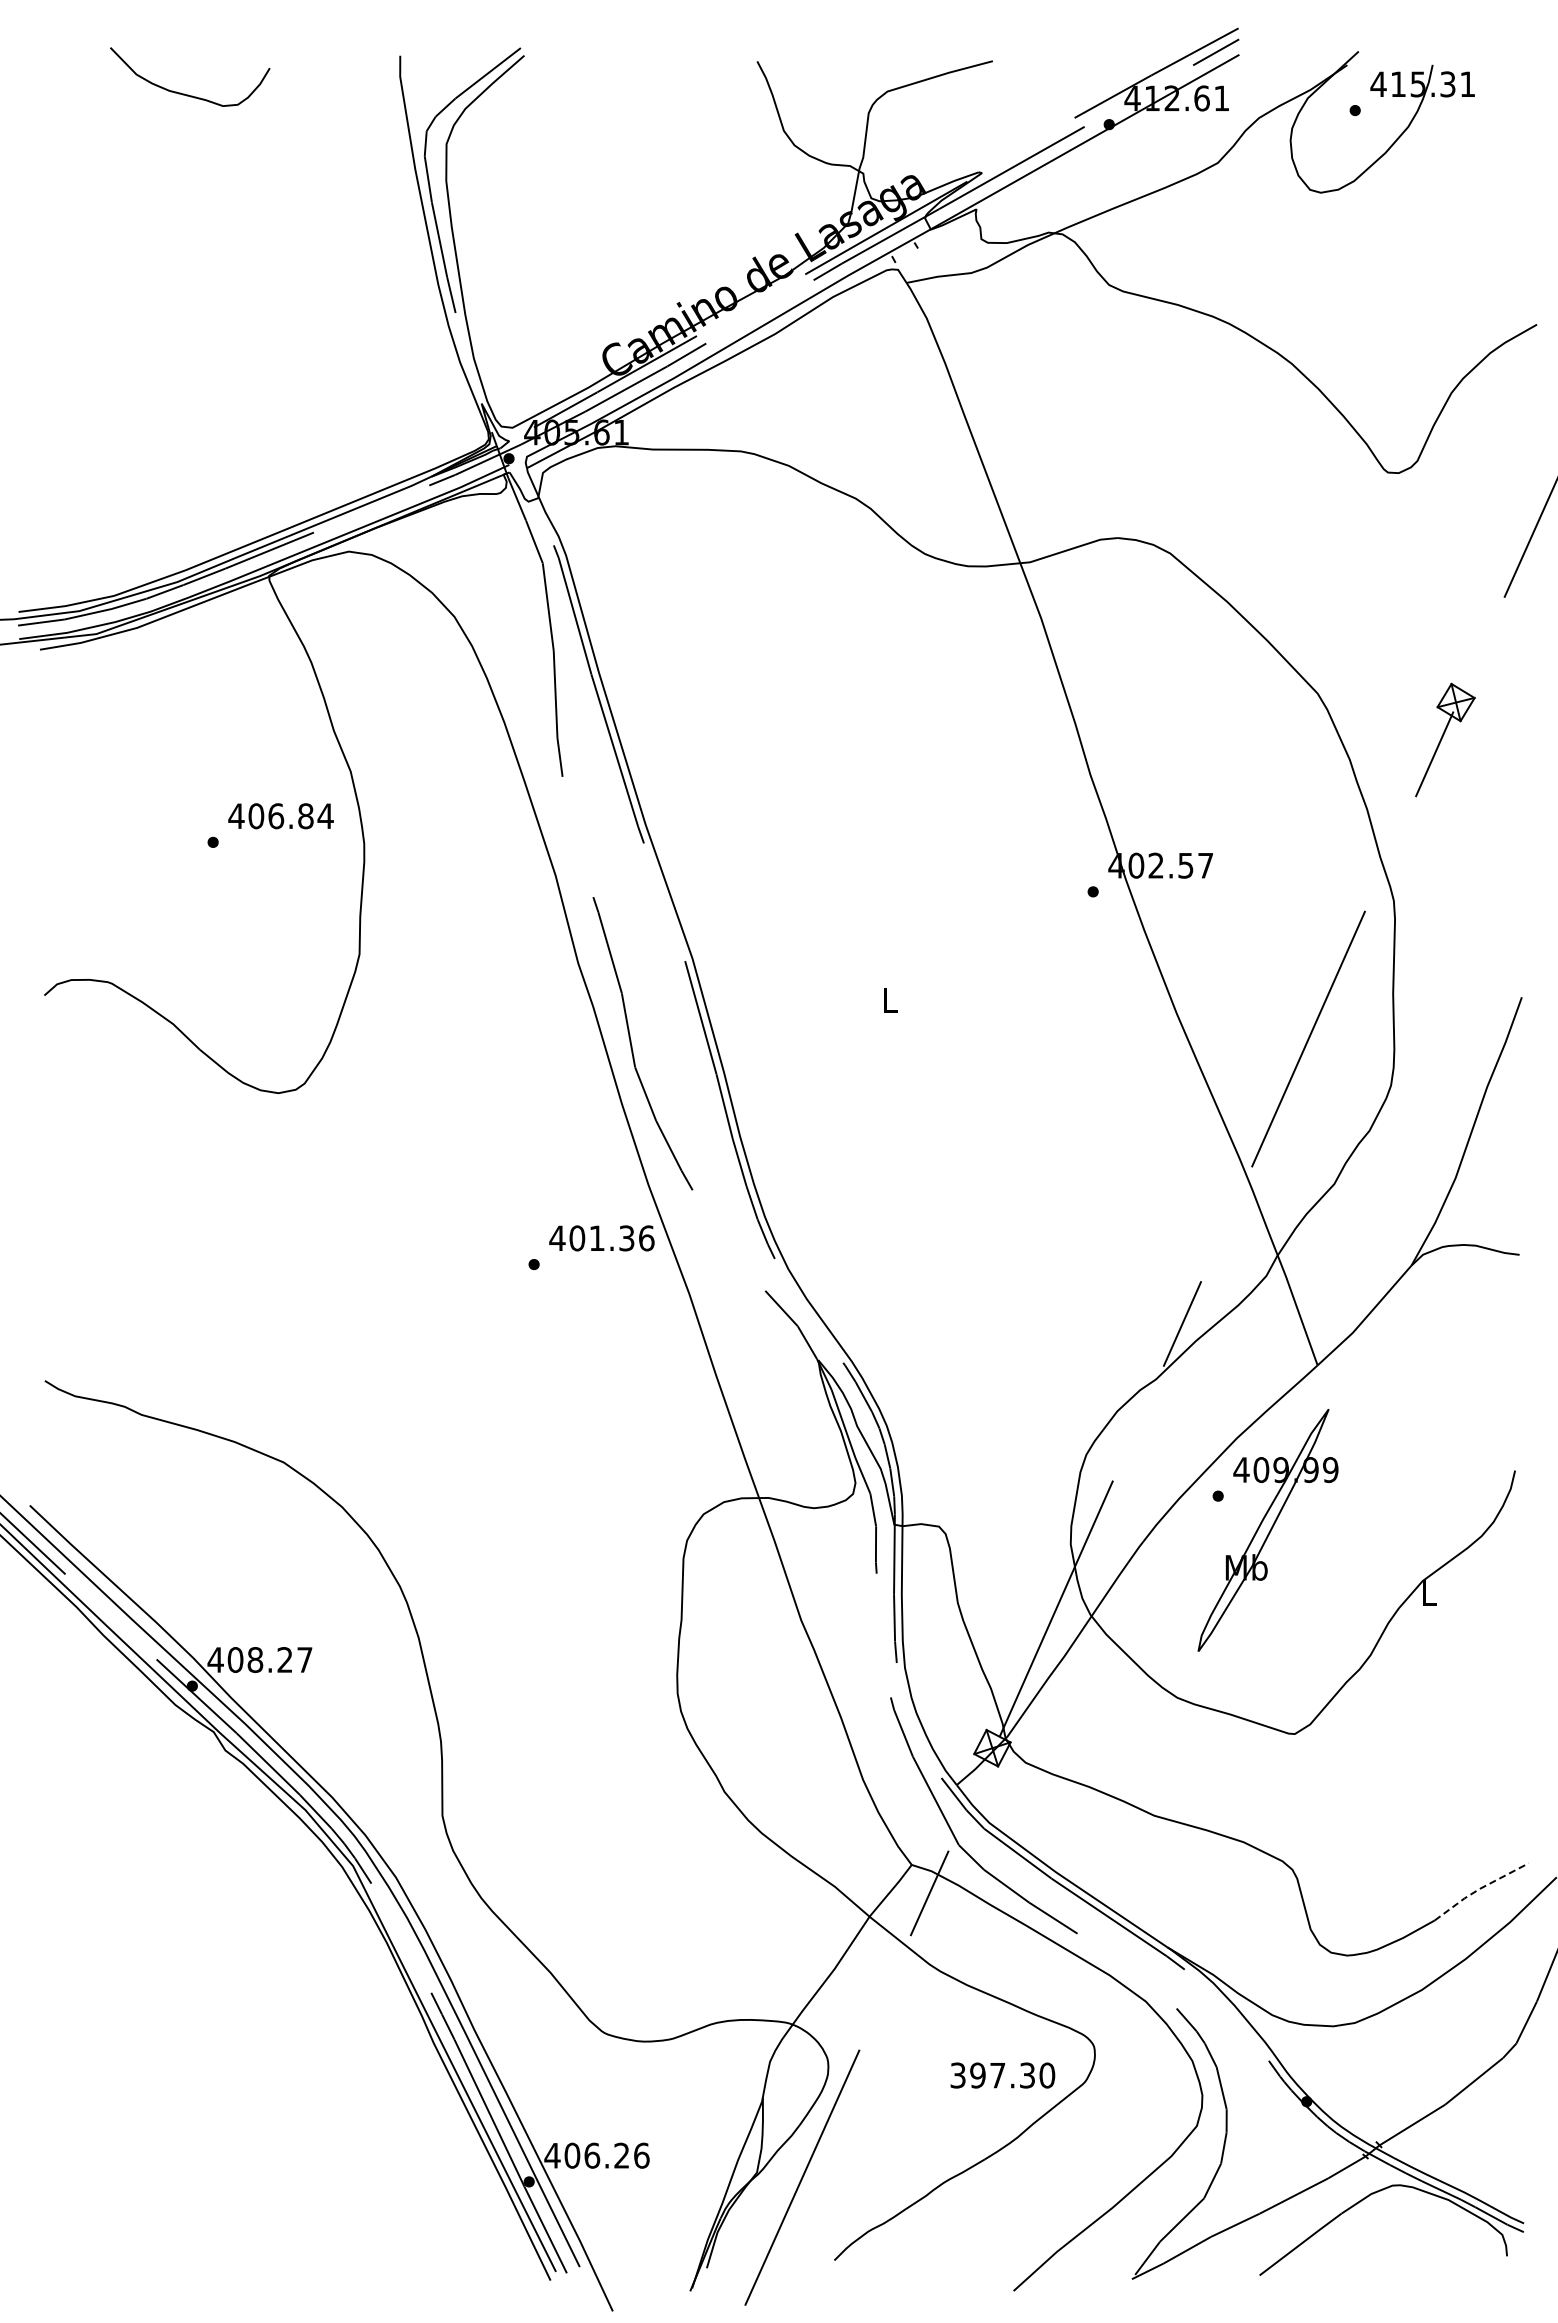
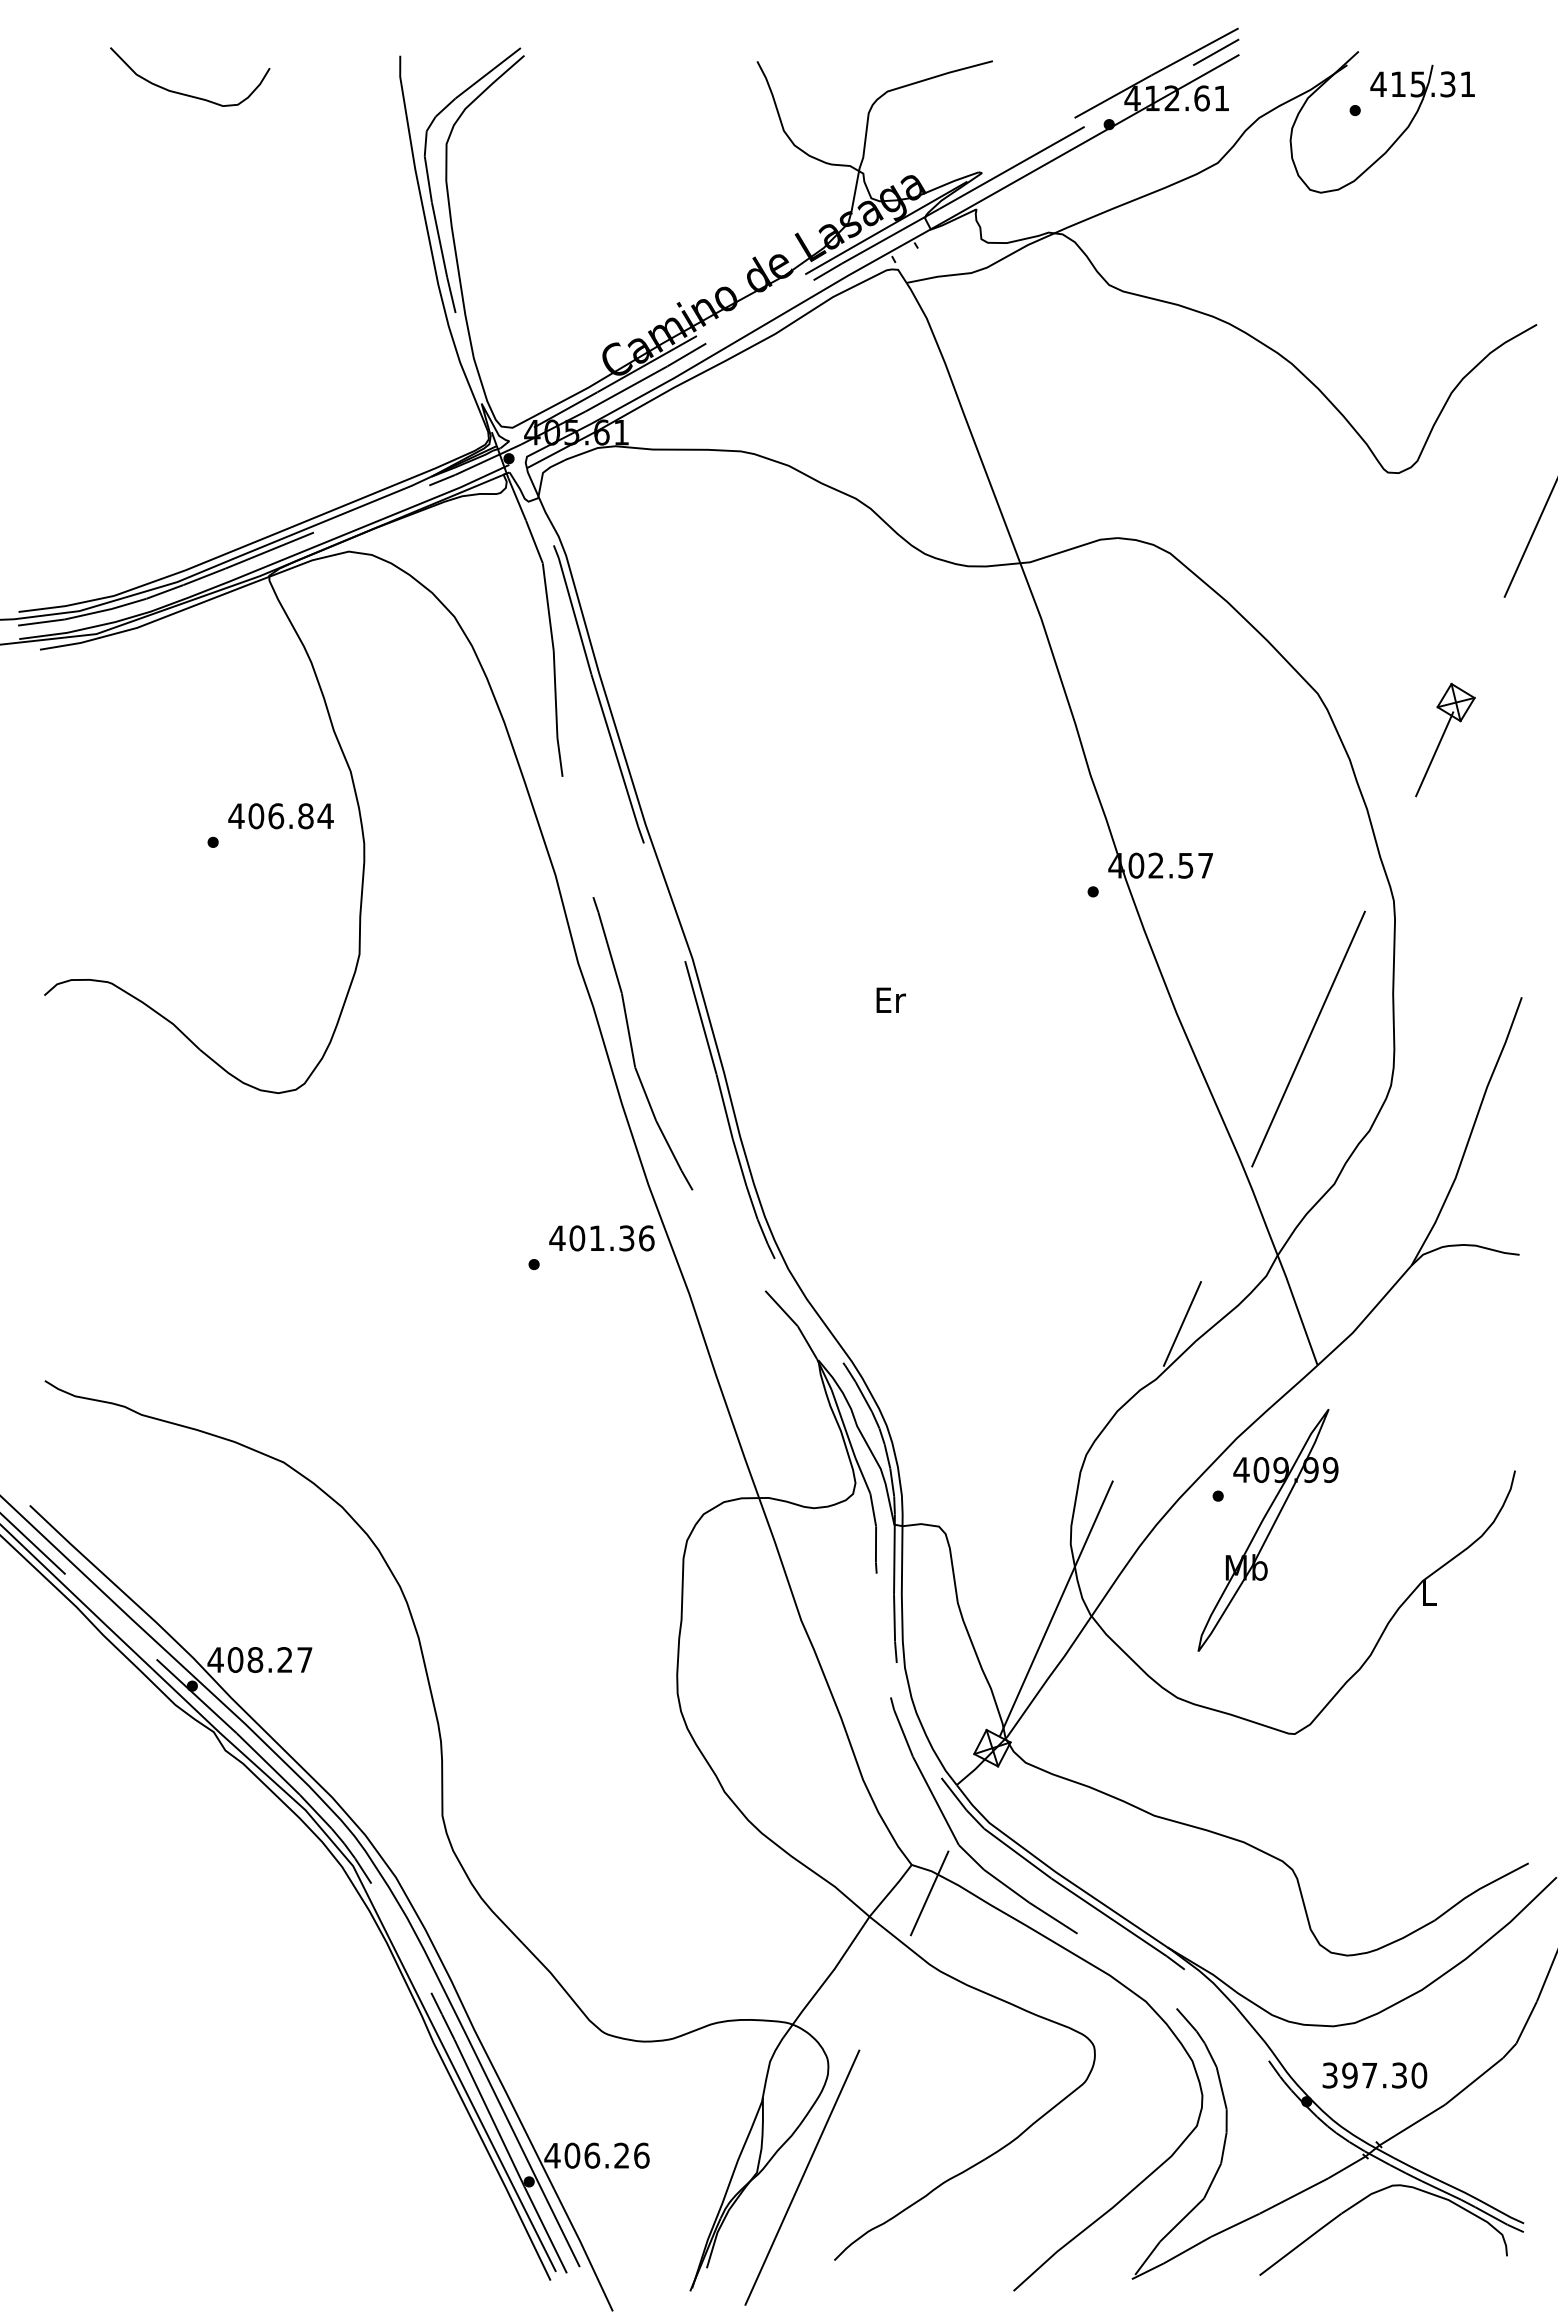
text at (890, 999): L -> Er
line at (1479, 1888): dashed -> solid
text at (1002, 2075) position: (1002, 2075) -> (1374, 2075)
